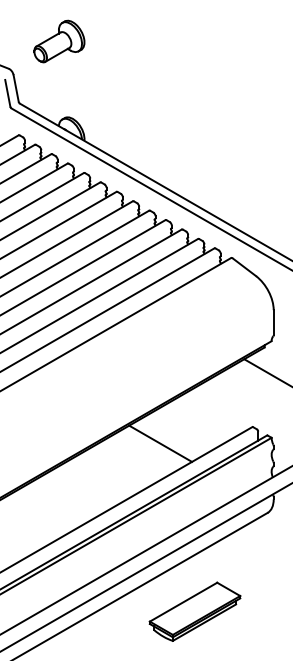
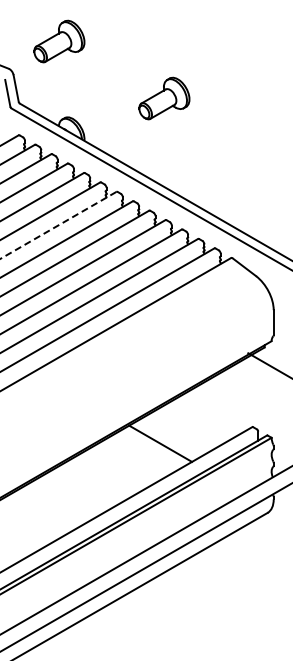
part at (164, 98): none -> present
line at (58, 225): solid -> dashed
line at (266, 372) position: (266, 372) -> (268, 365)
part at (194, 611): present -> none
